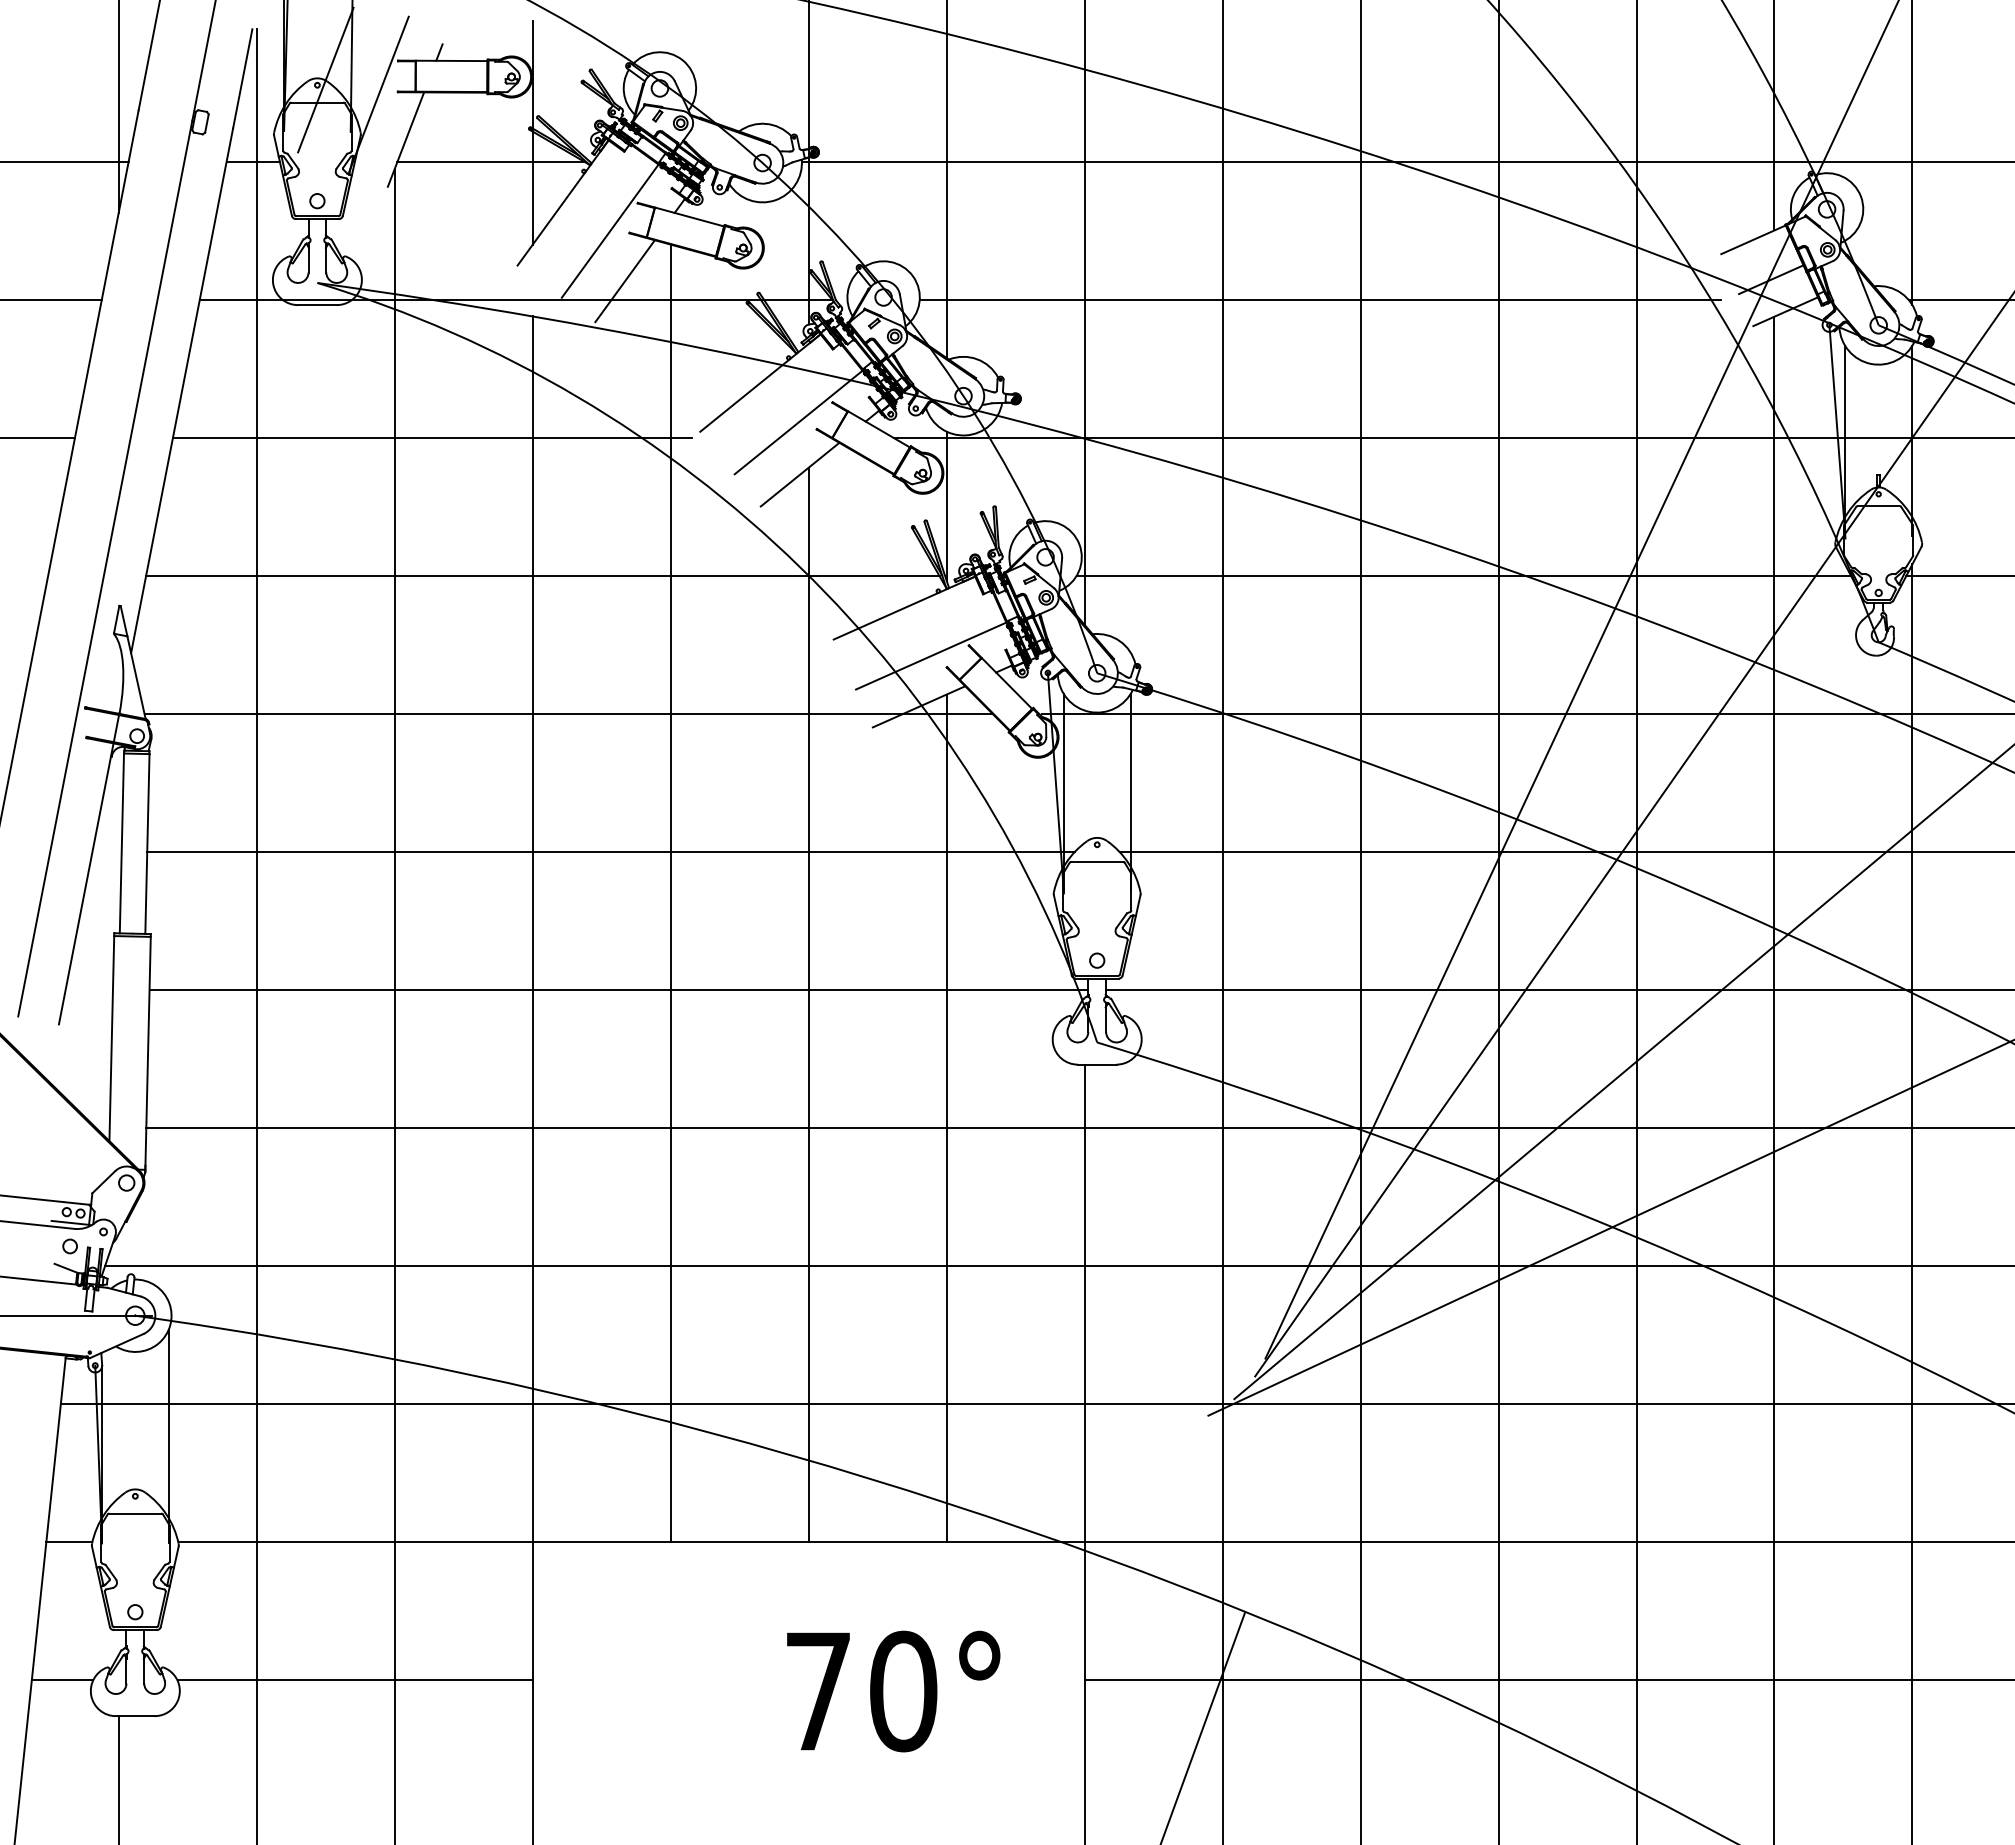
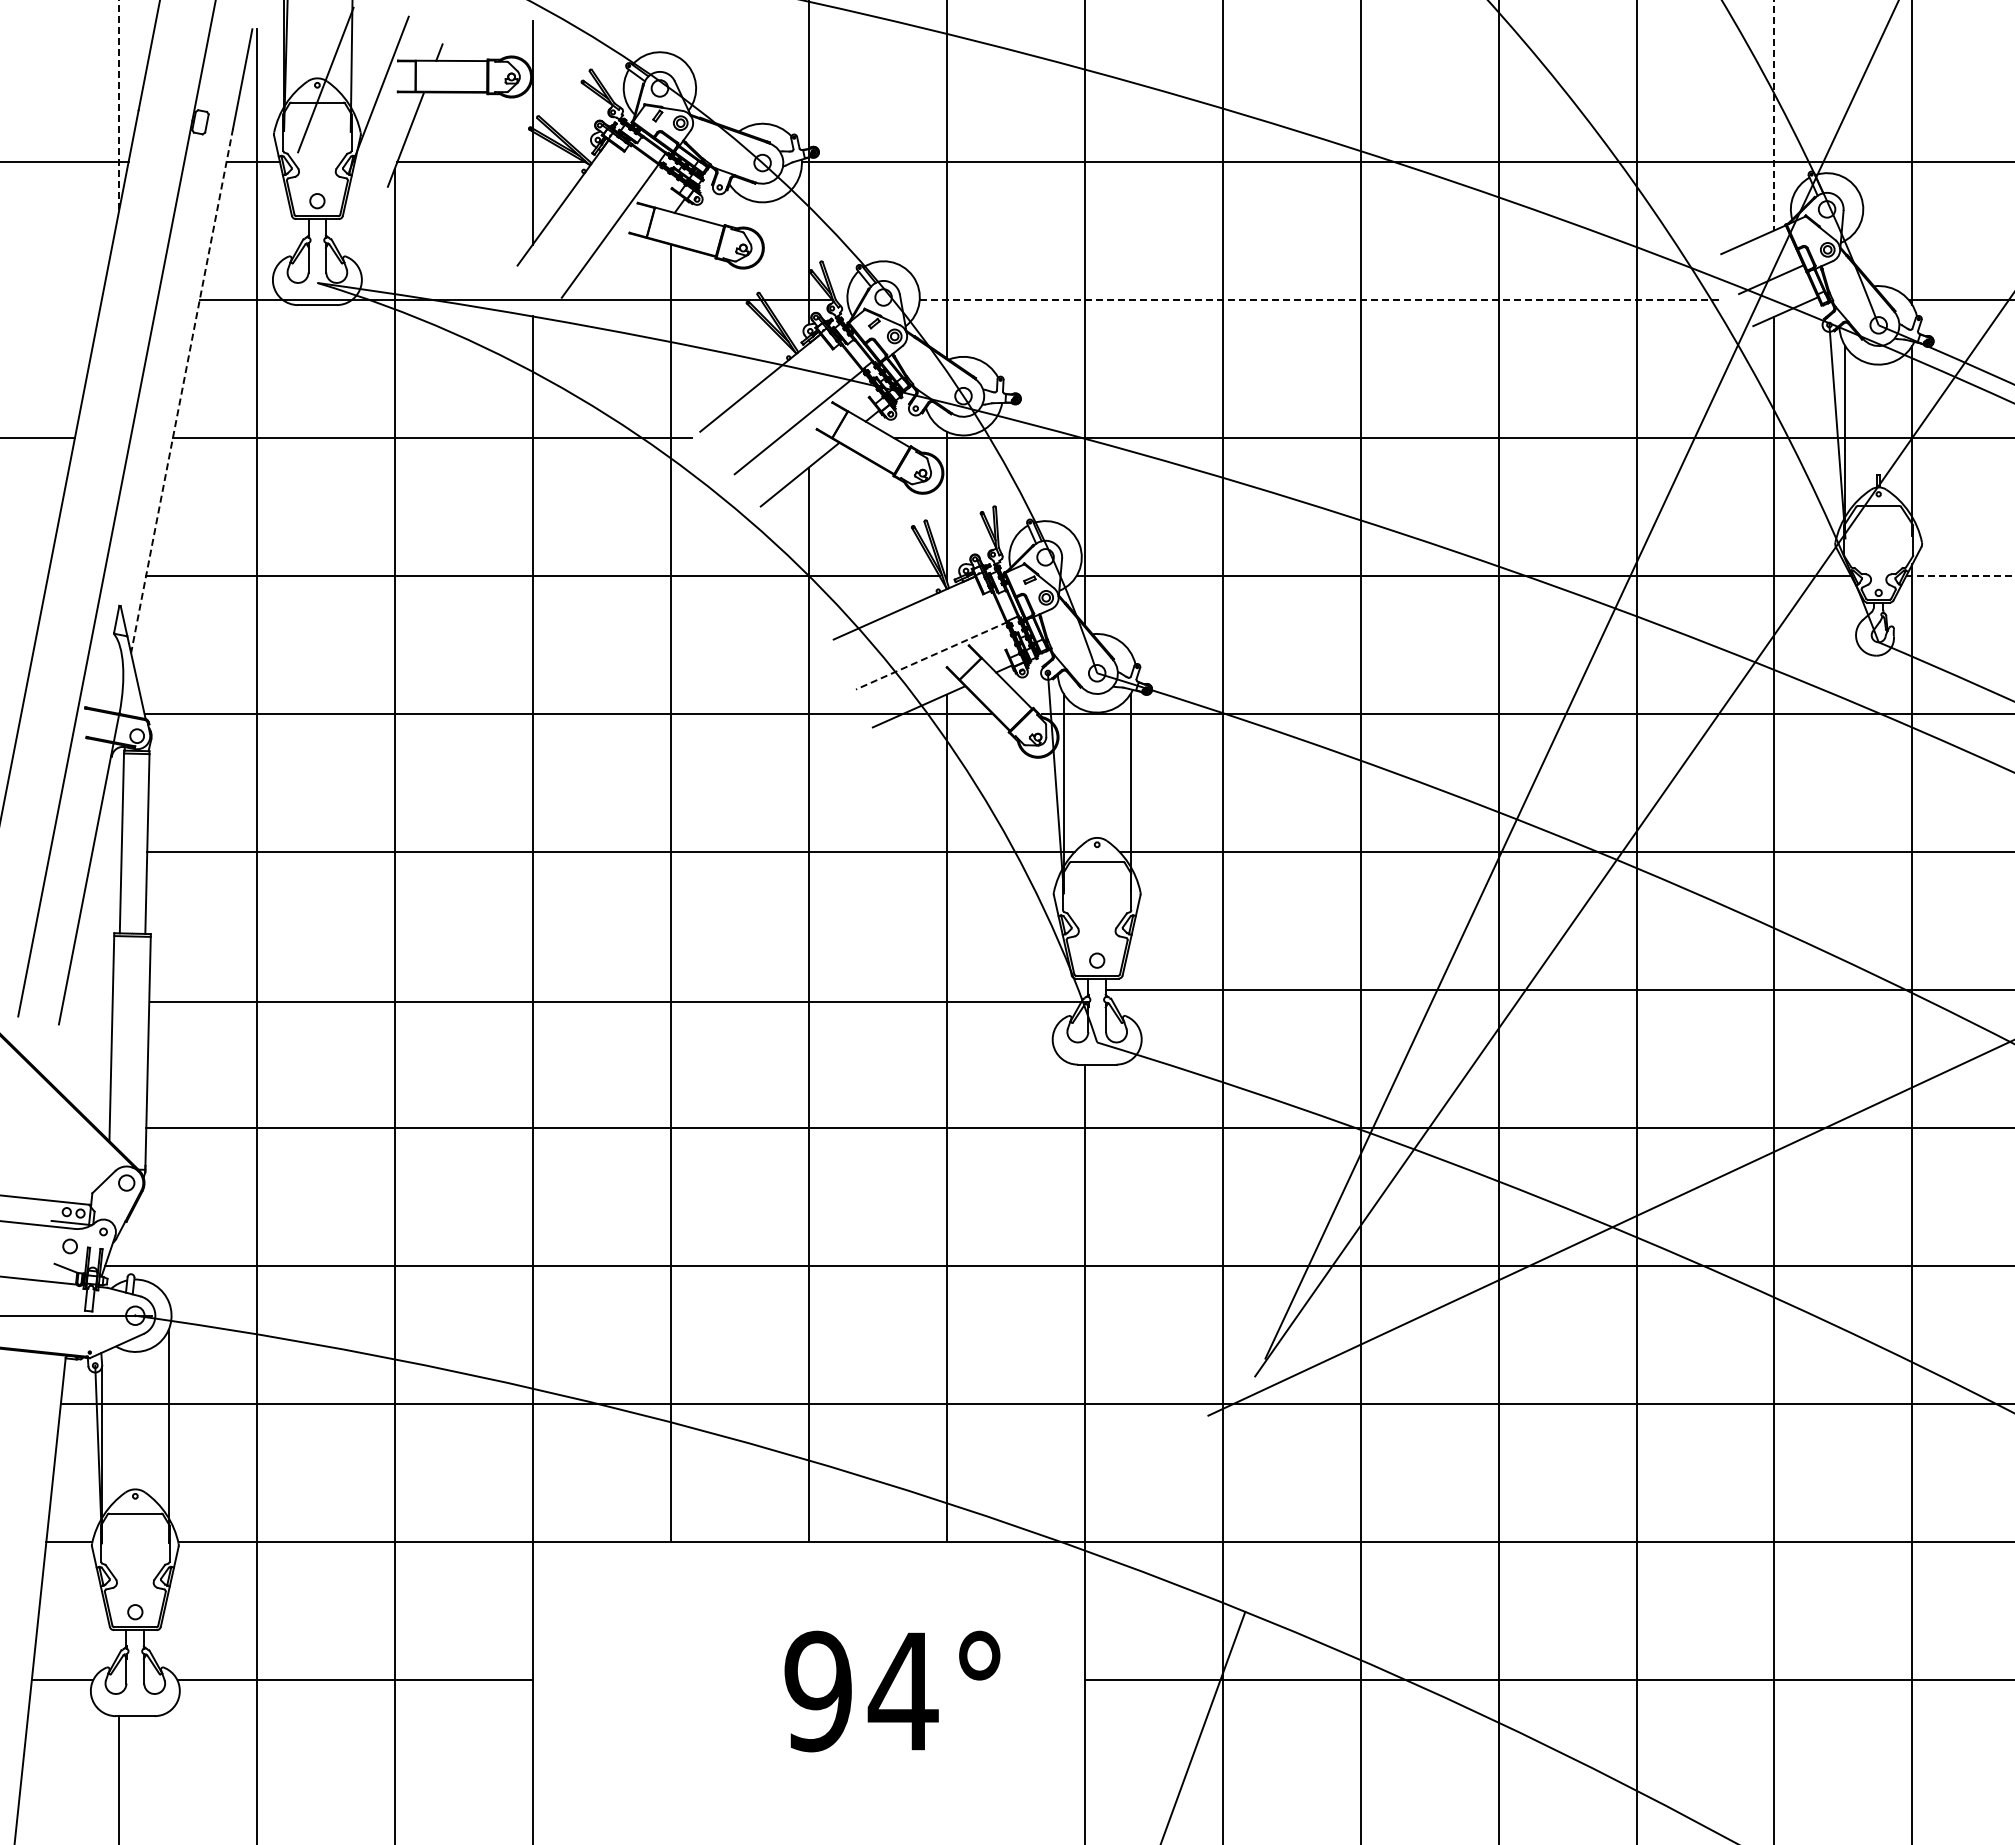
line at (118, 106): solid -> dashed
line at (1774, 115): solid -> dashed
line at (624, 281): present -> none
line at (51, 300): present -> none
line at (1320, 300): solid -> dashed
line at (181, 391): solid -> dashed
line at (1960, 576): solid -> dashed
line at (931, 655): solid -> dashed
line at (618, 990) position: (618, 990) -> (618, 1002)
line at (1622, 1073): present -> none
text at (861, 1691): 70° -> 94°
